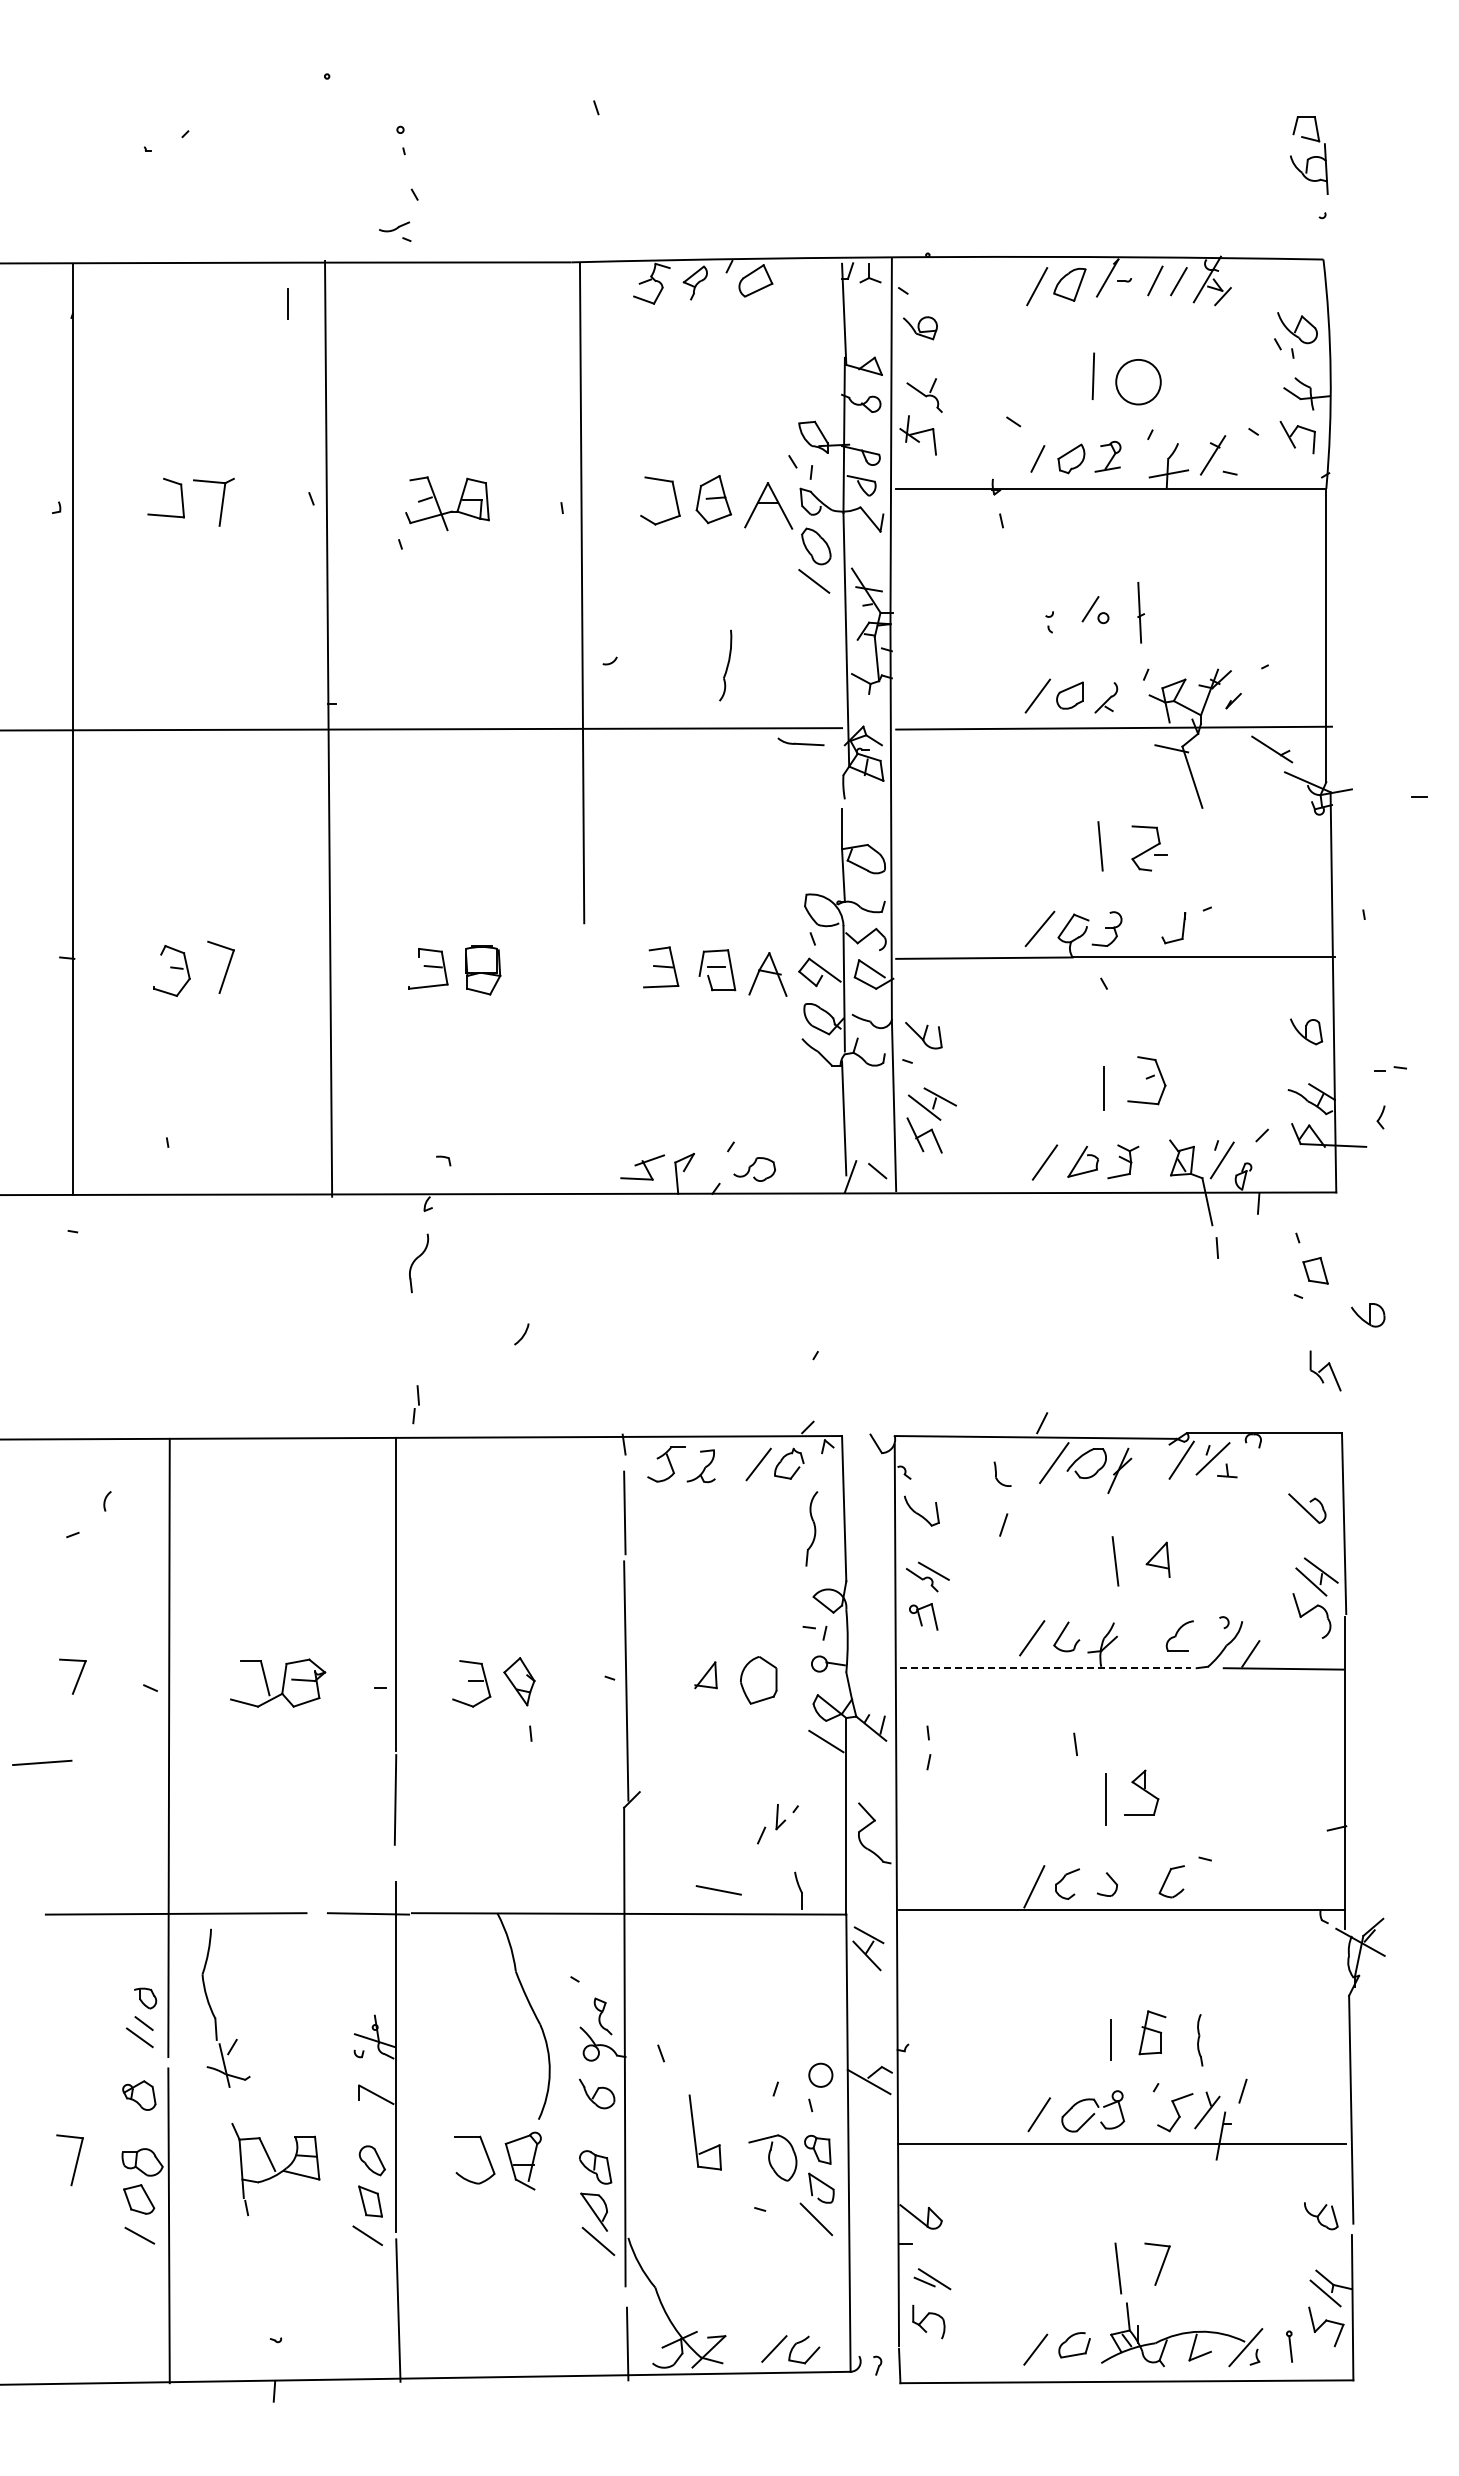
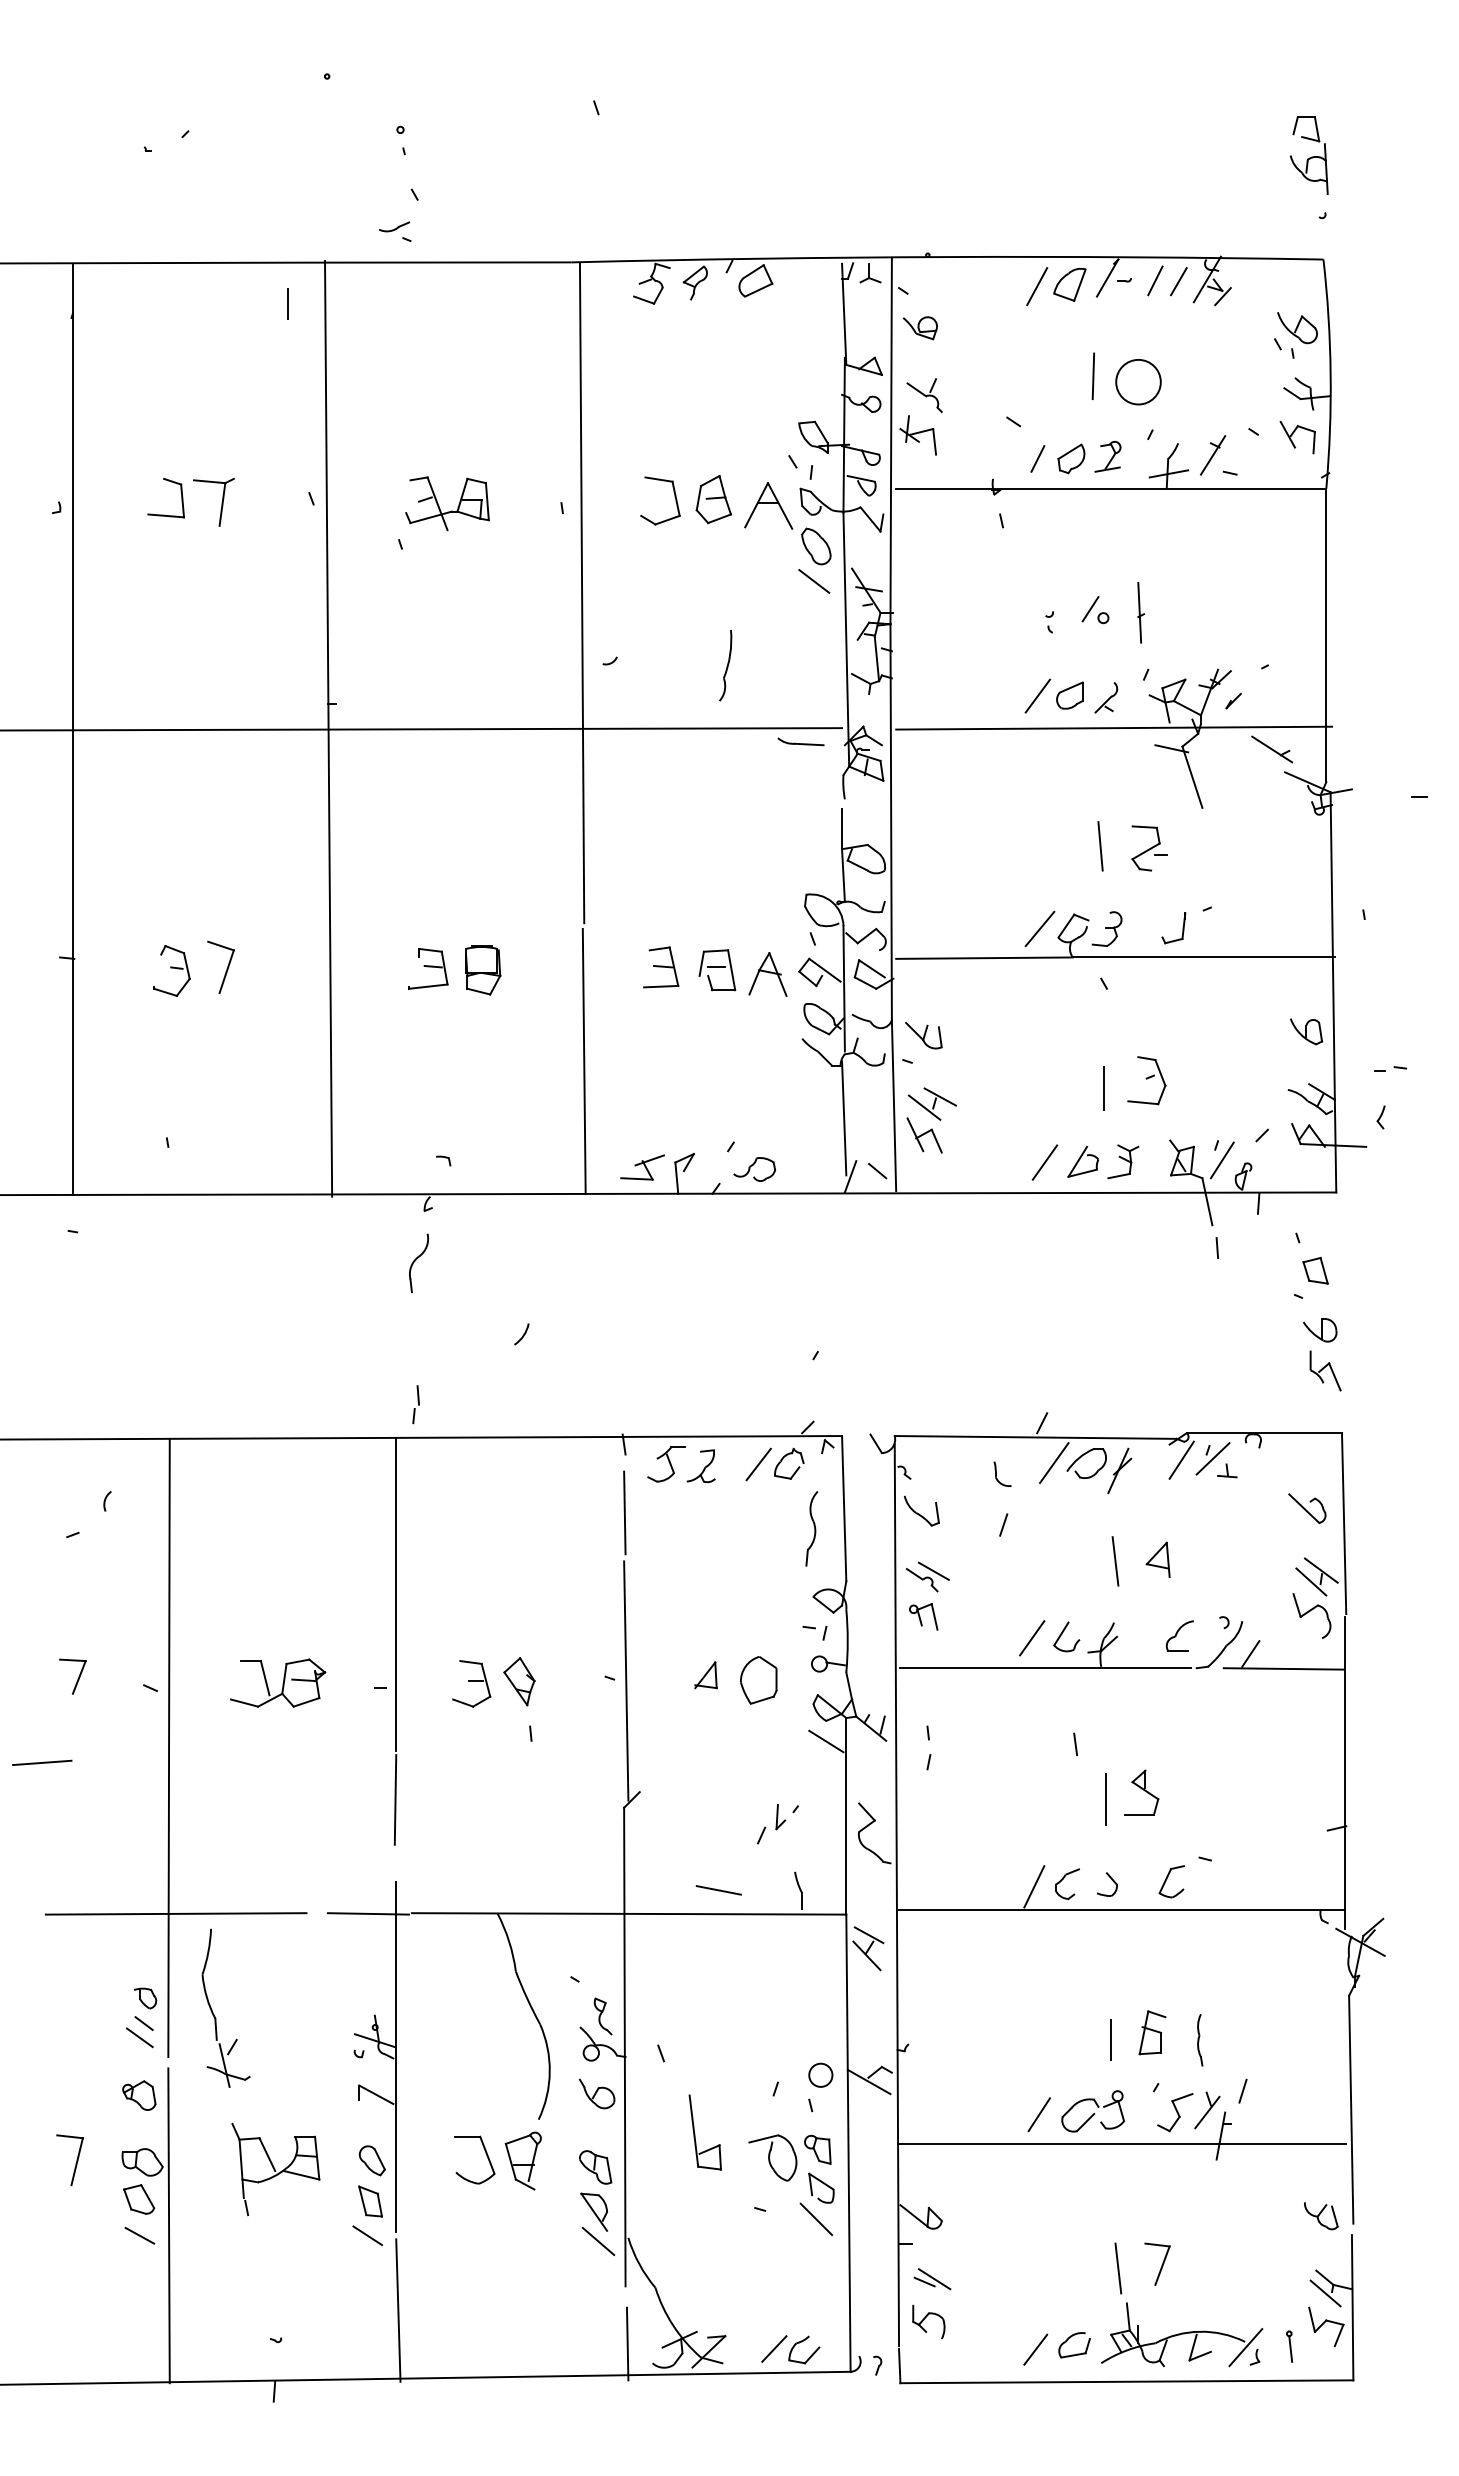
line at (583, 1060): none -> present
part at (1368, 1315) position: (1368, 1315) -> (1320, 1330)
line at (1046, 1668): dashed -> solid
